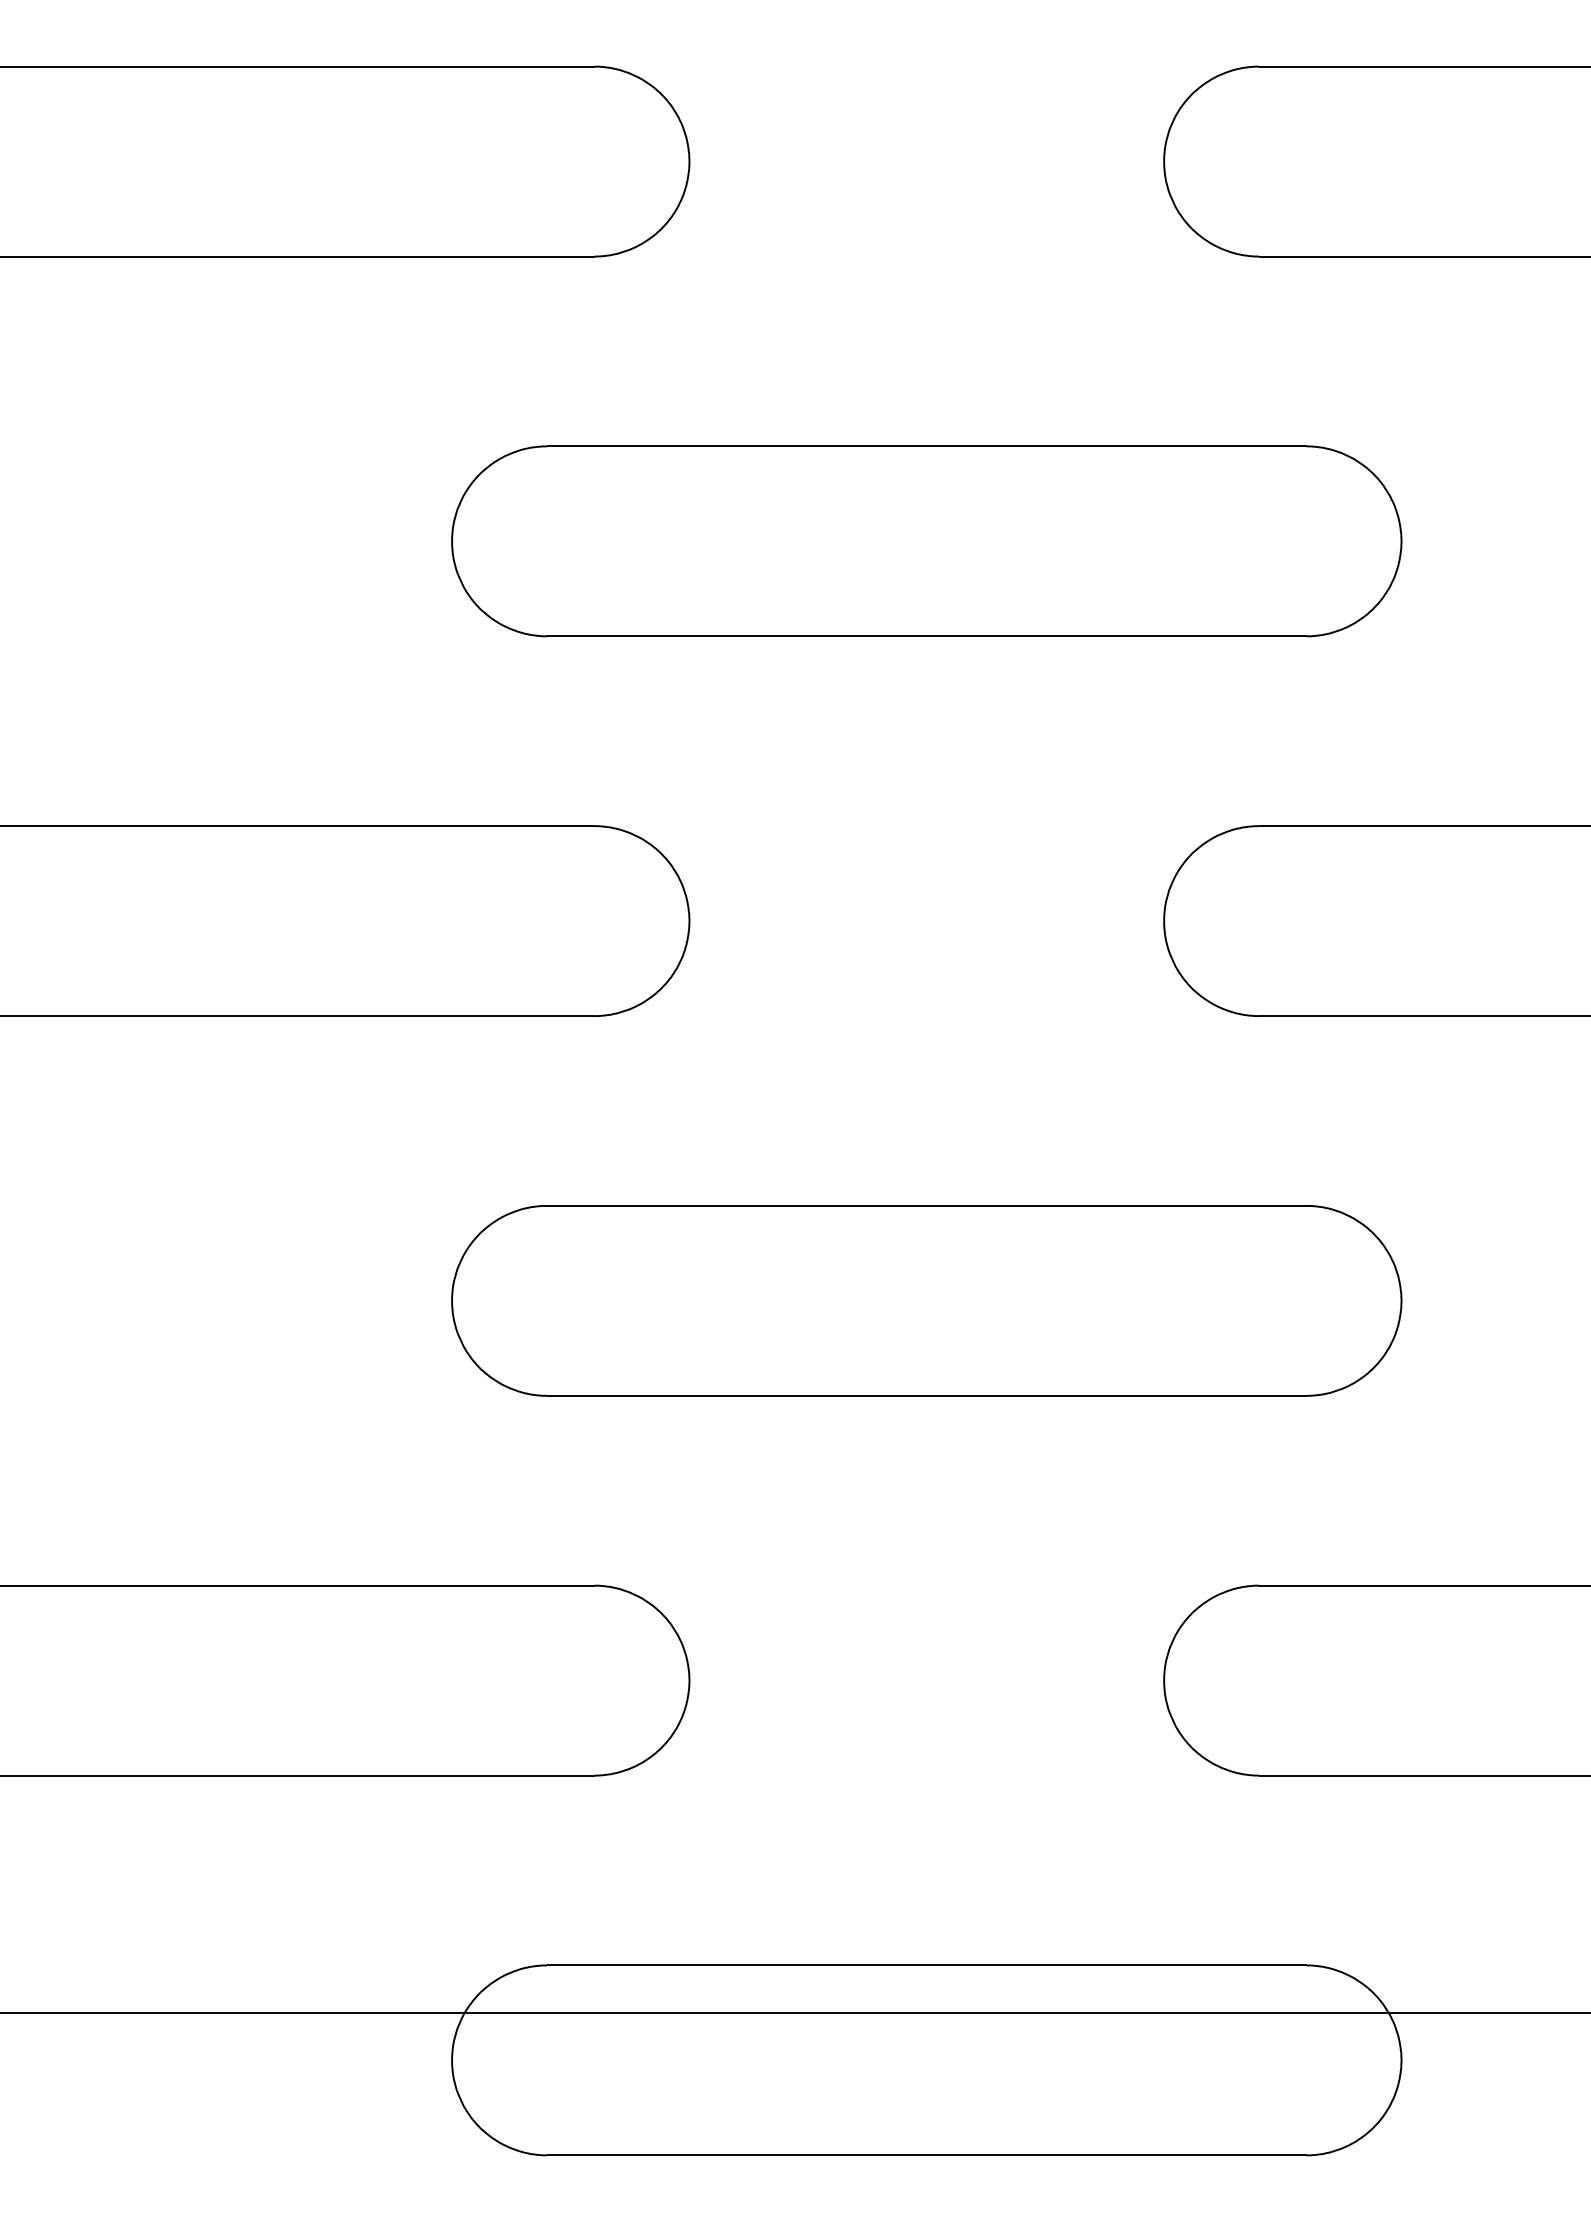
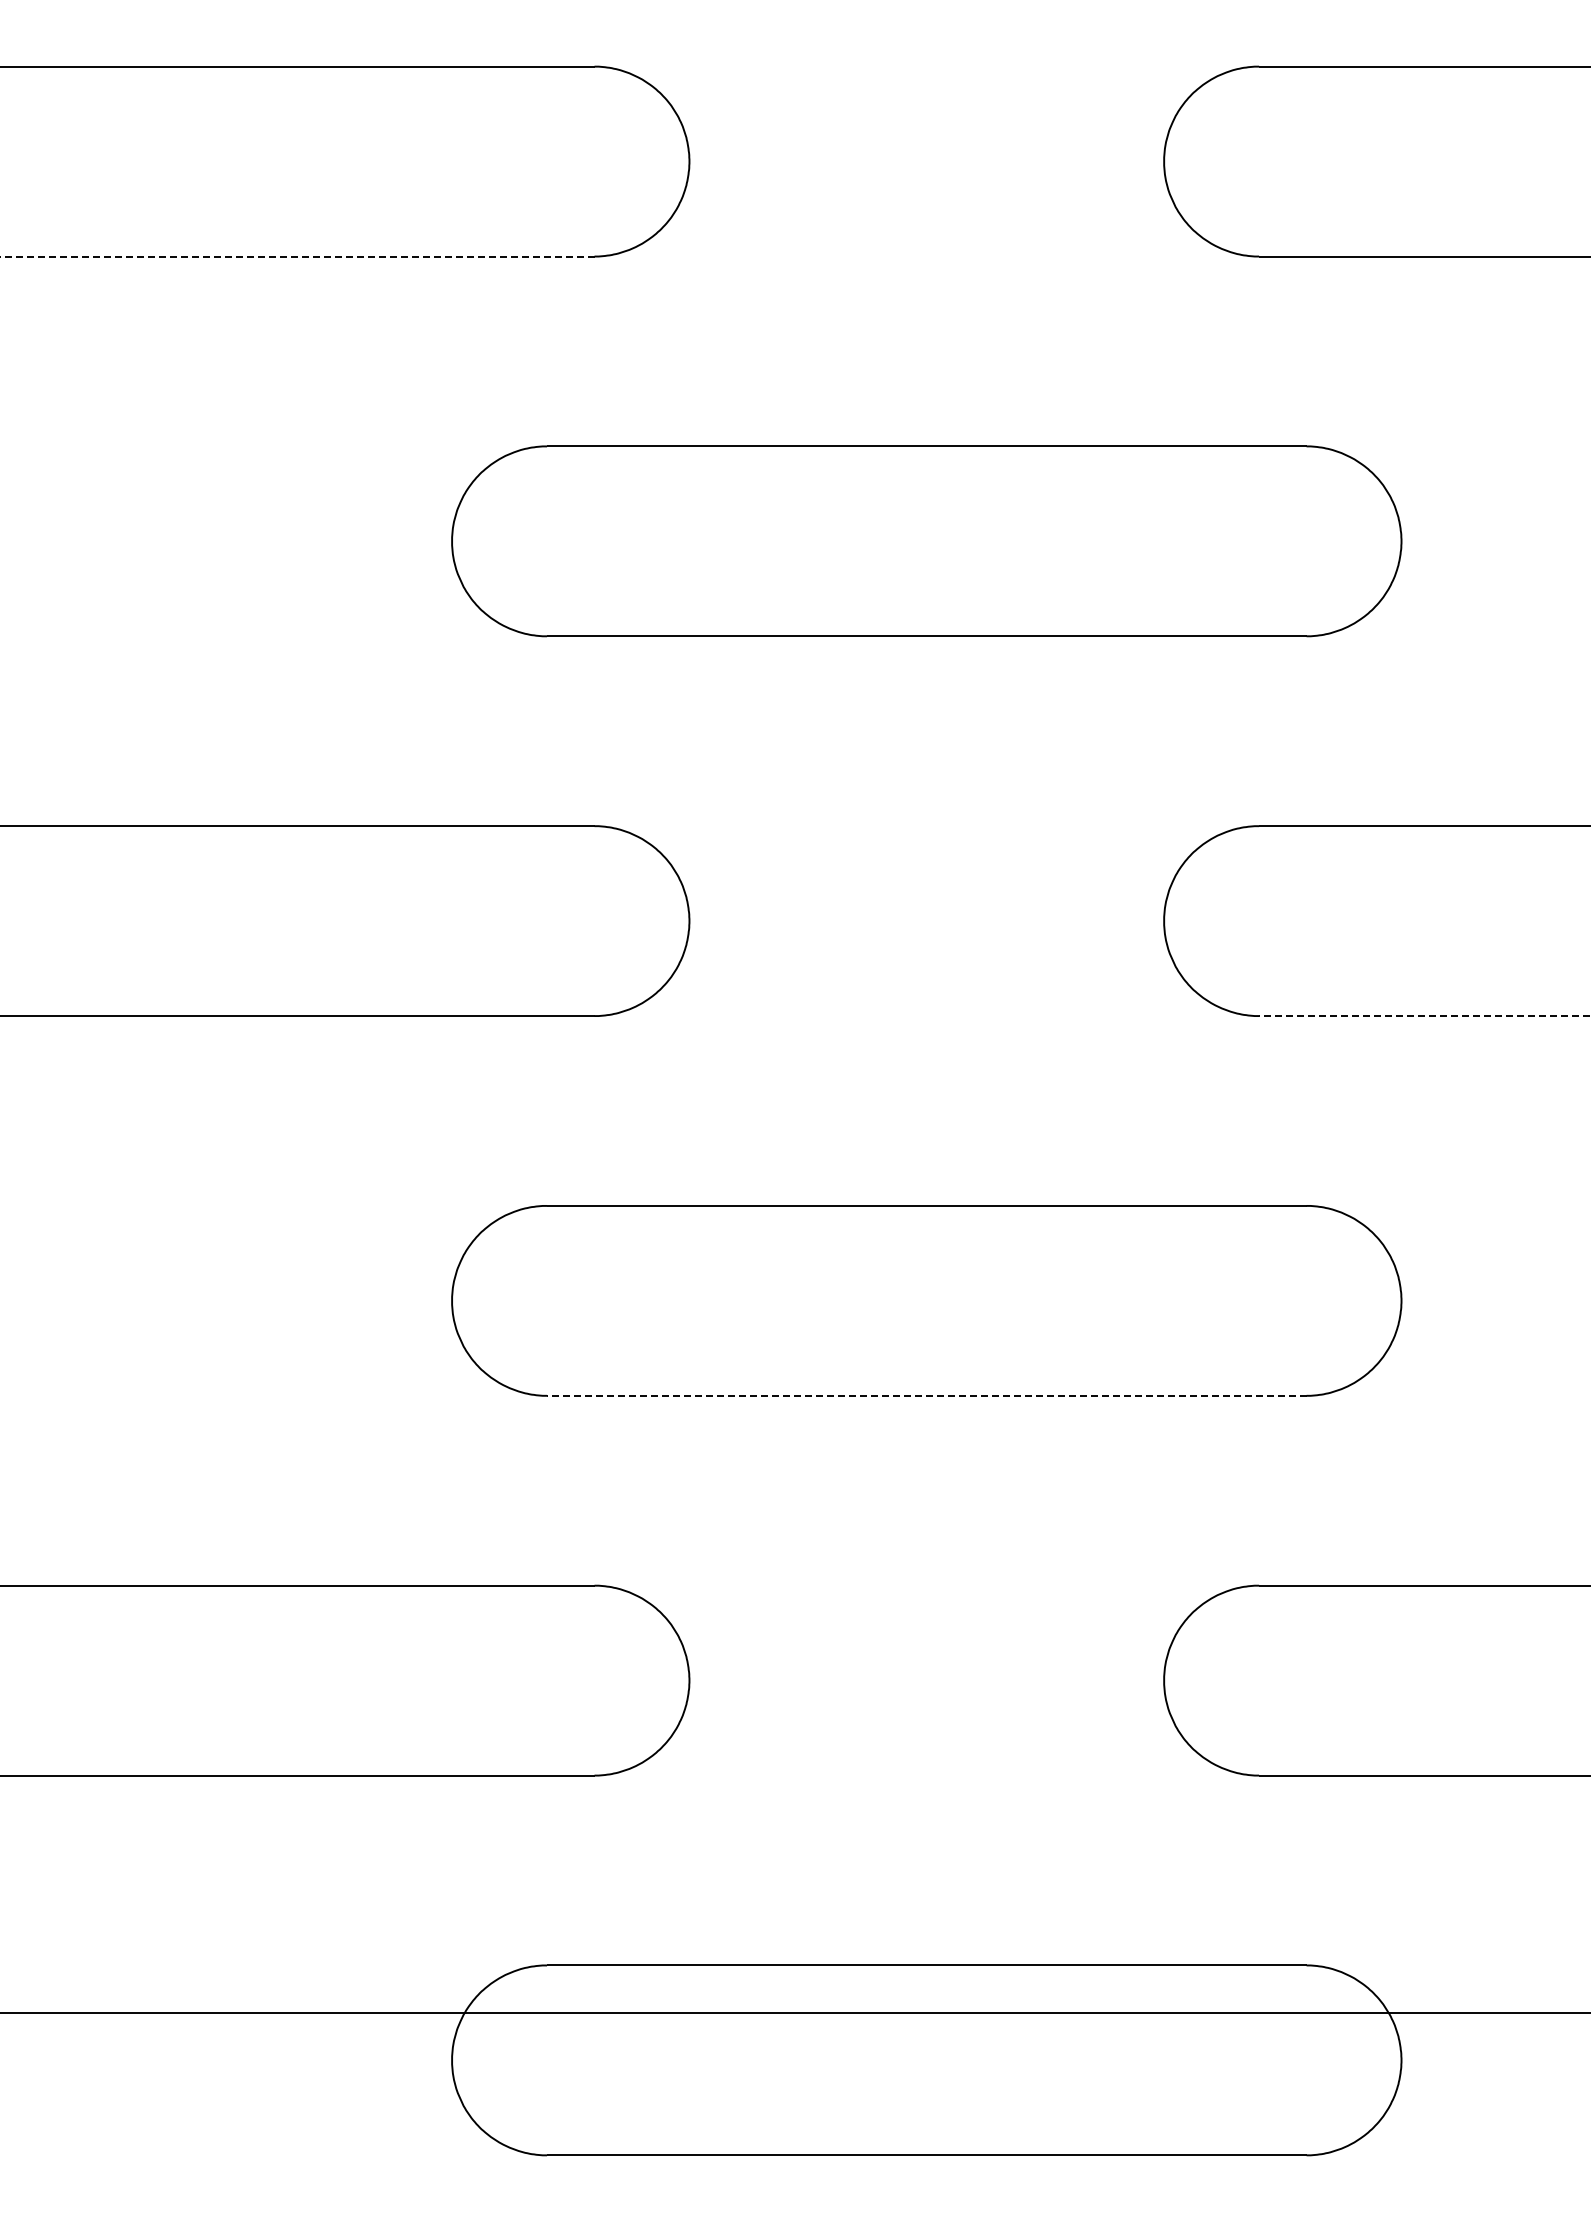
line at (297, 256): solid -> dashed
line at (1425, 1016): solid -> dashed
line at (926, 1395): solid -> dashed
